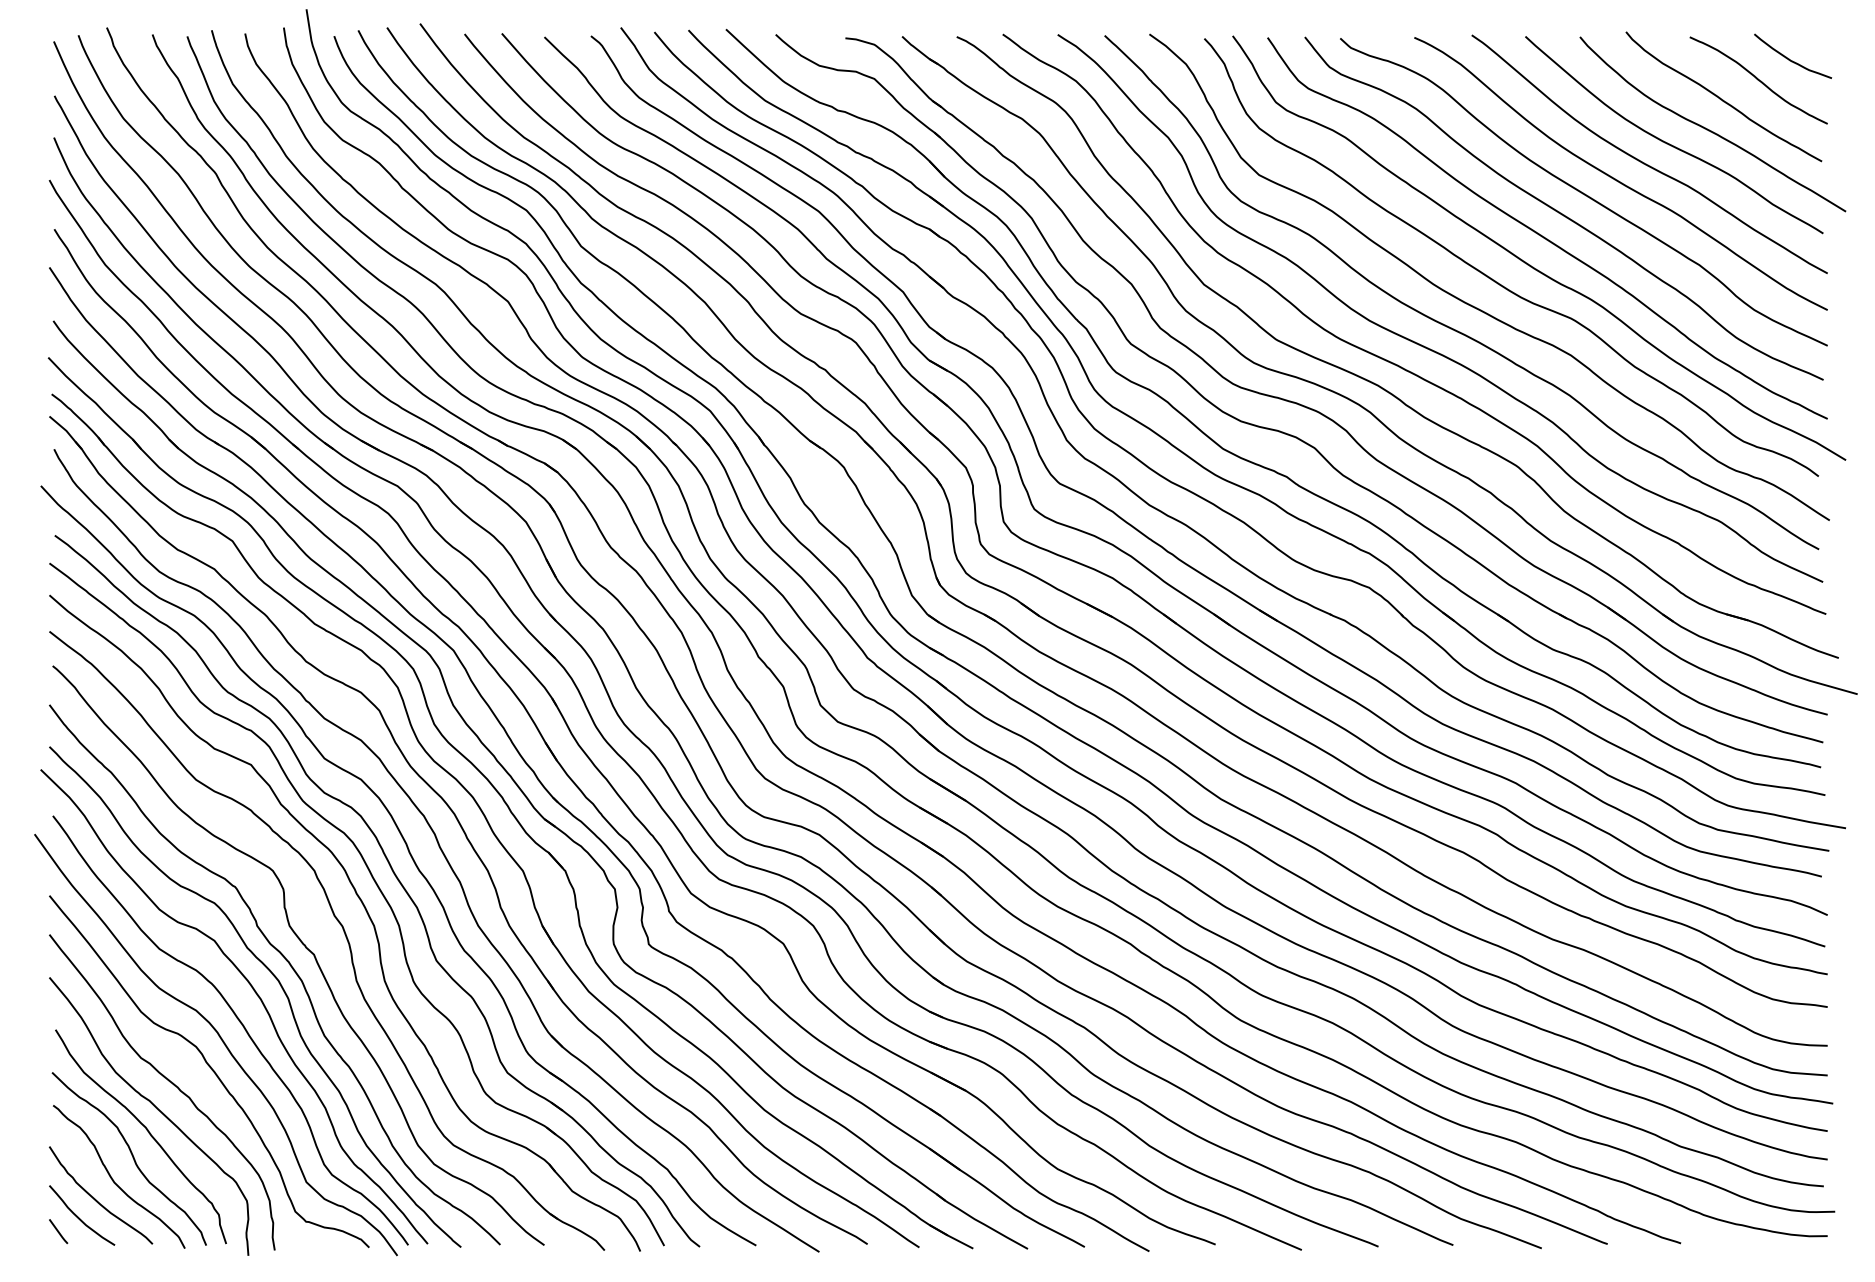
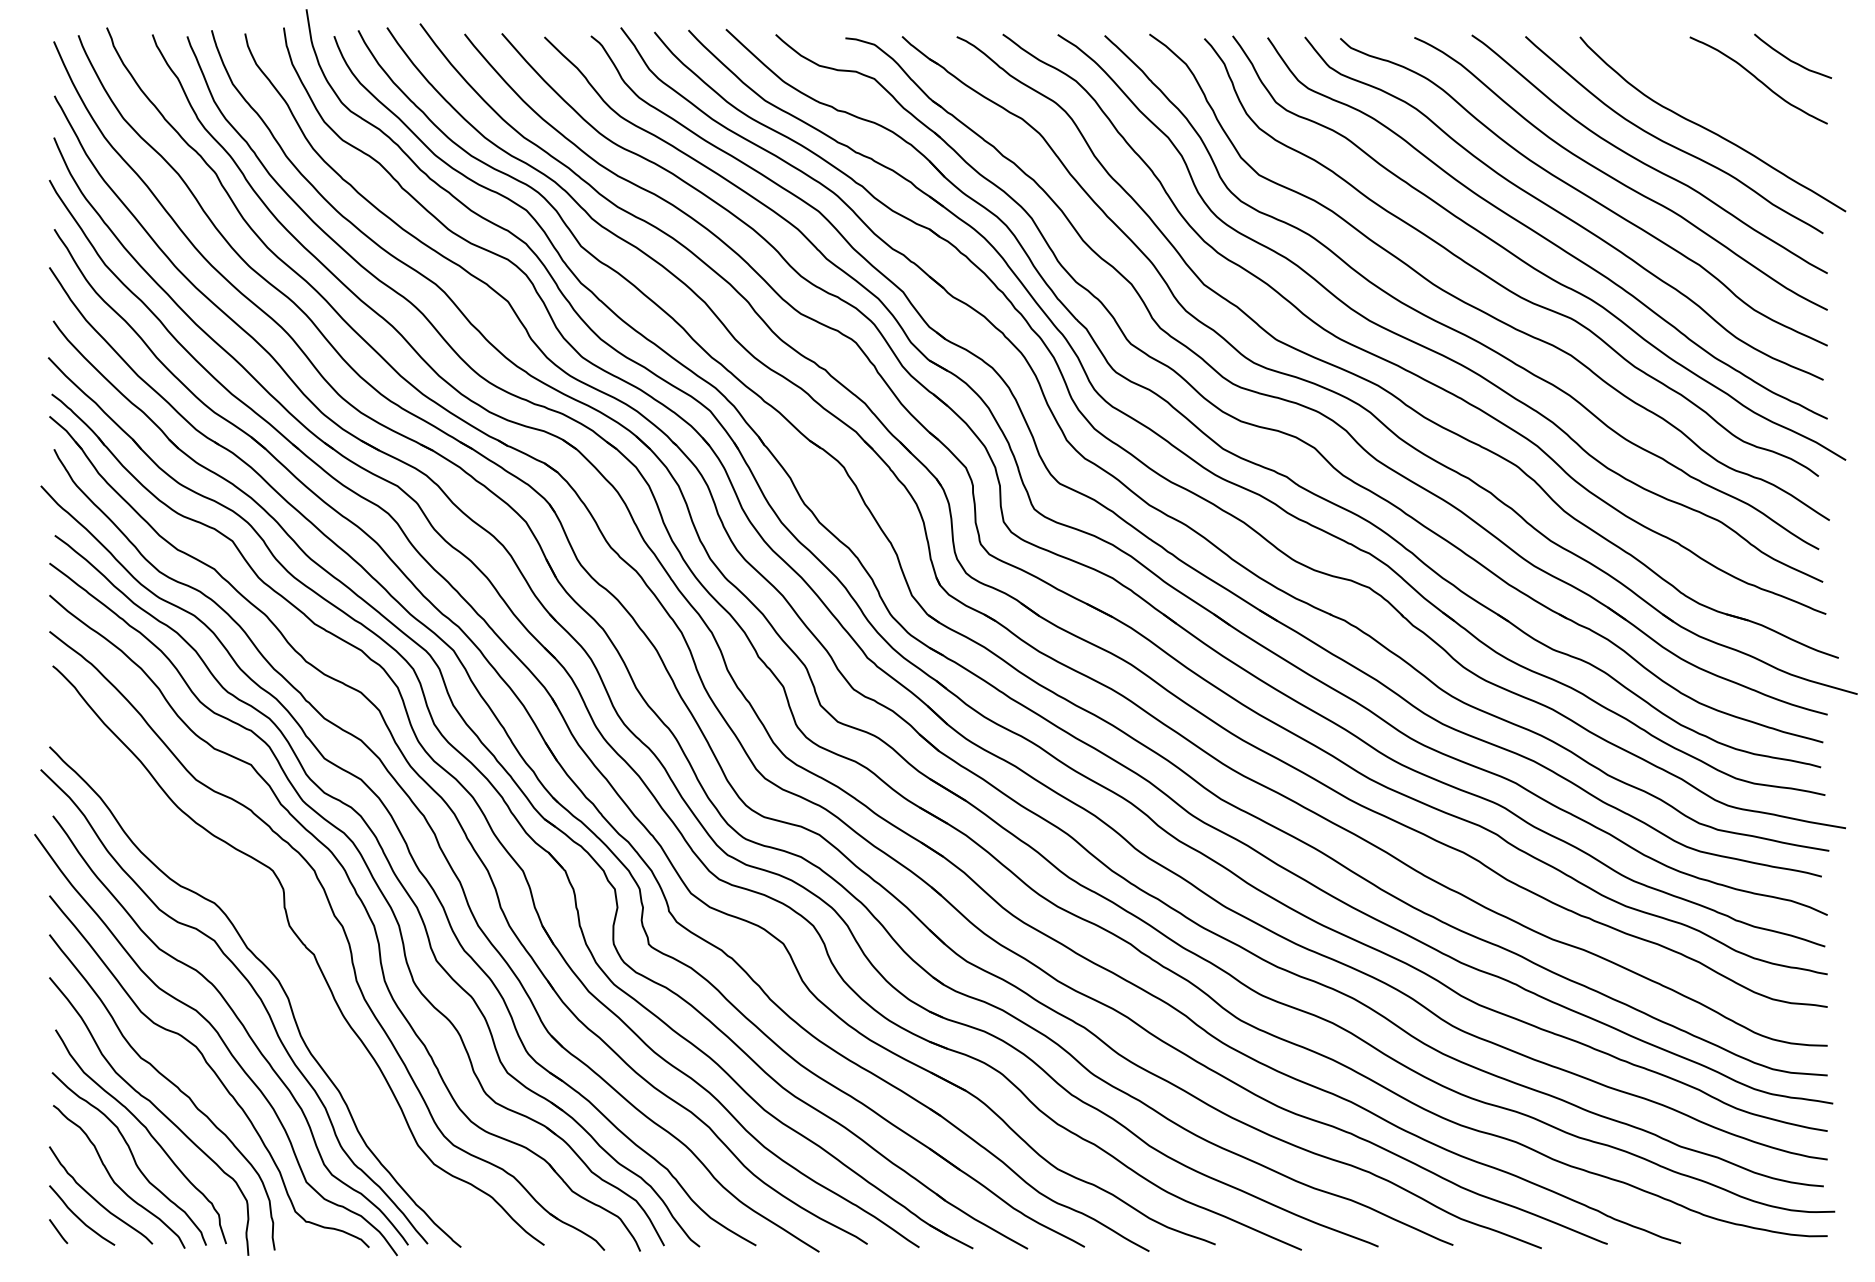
curve at (1721, 98): present -> none
curve at (289, 965): present -> none
